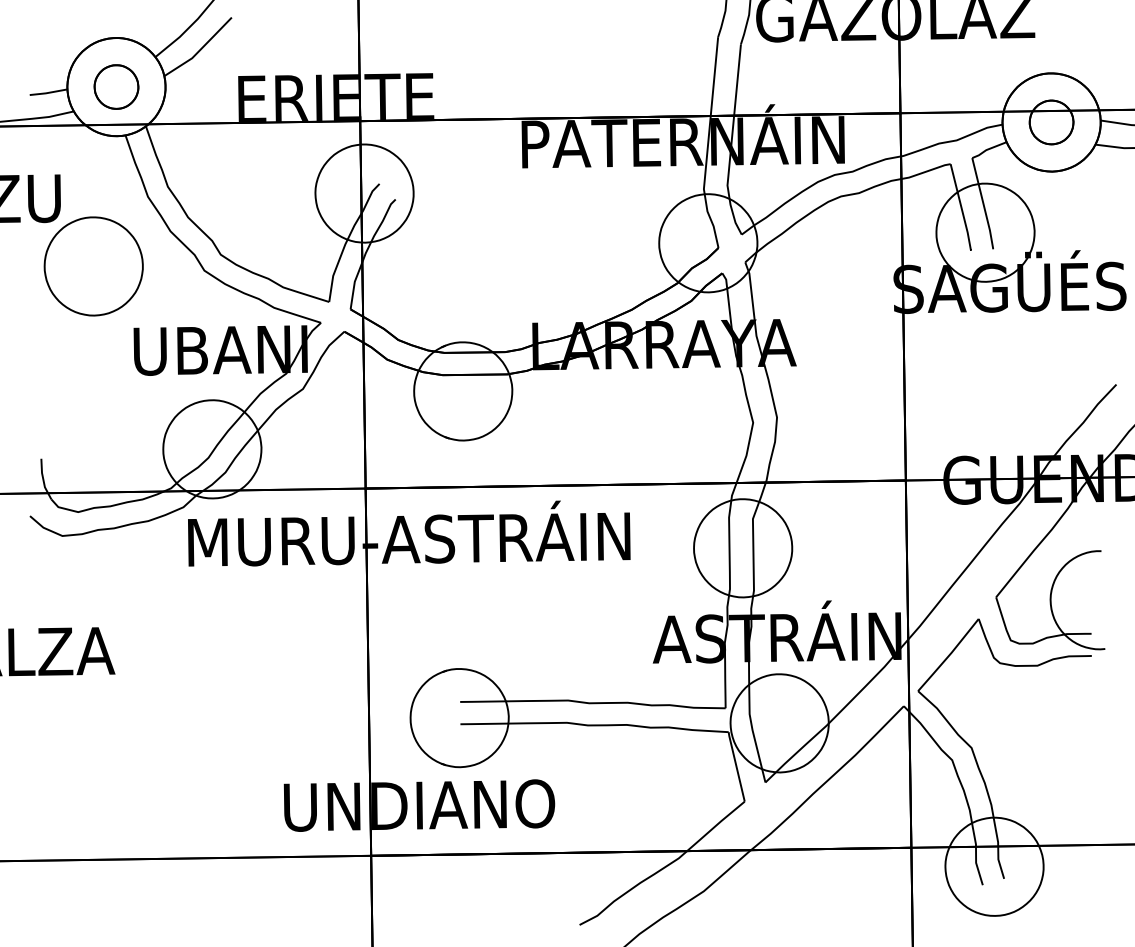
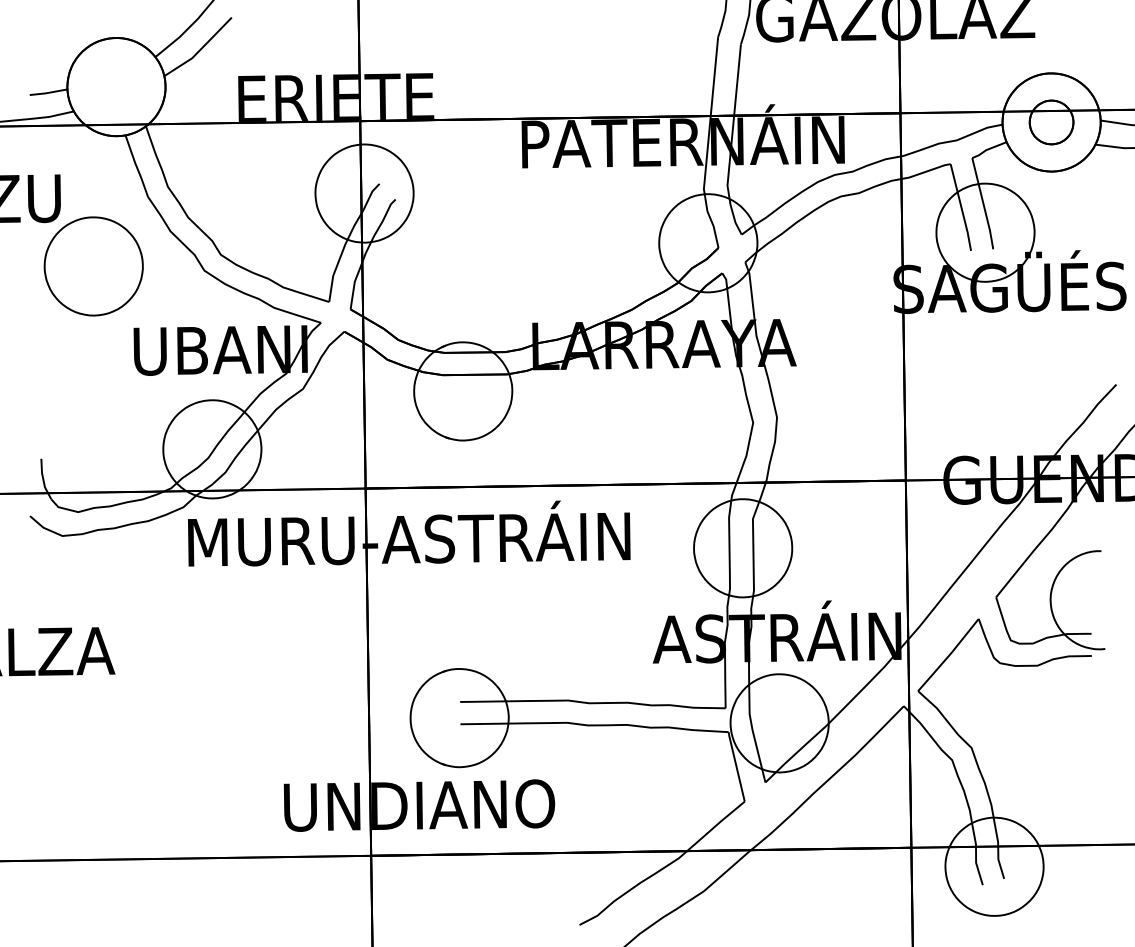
part at (116, 86): present -> none
